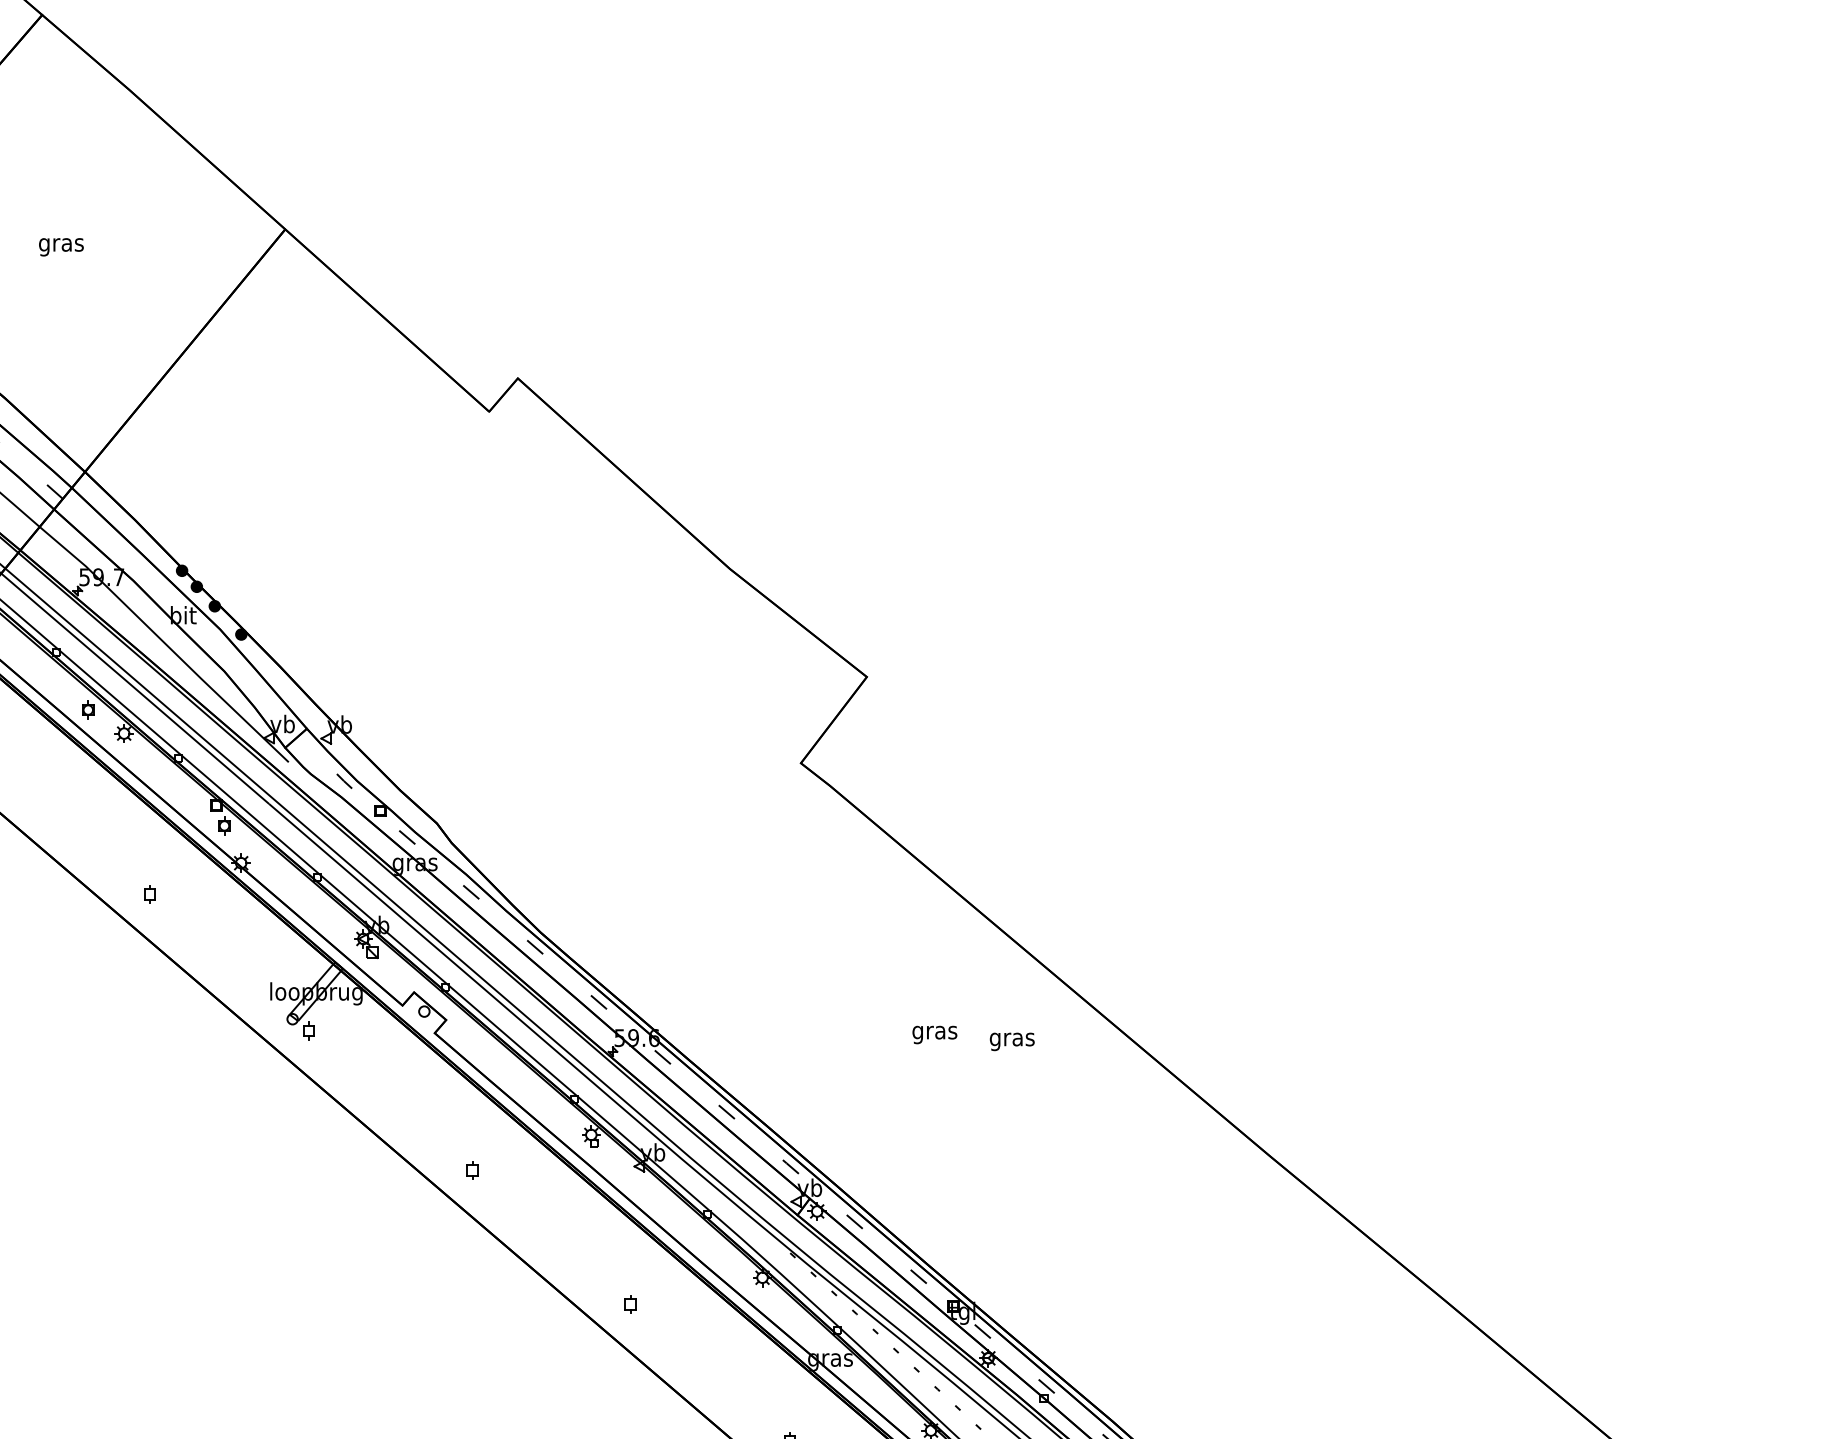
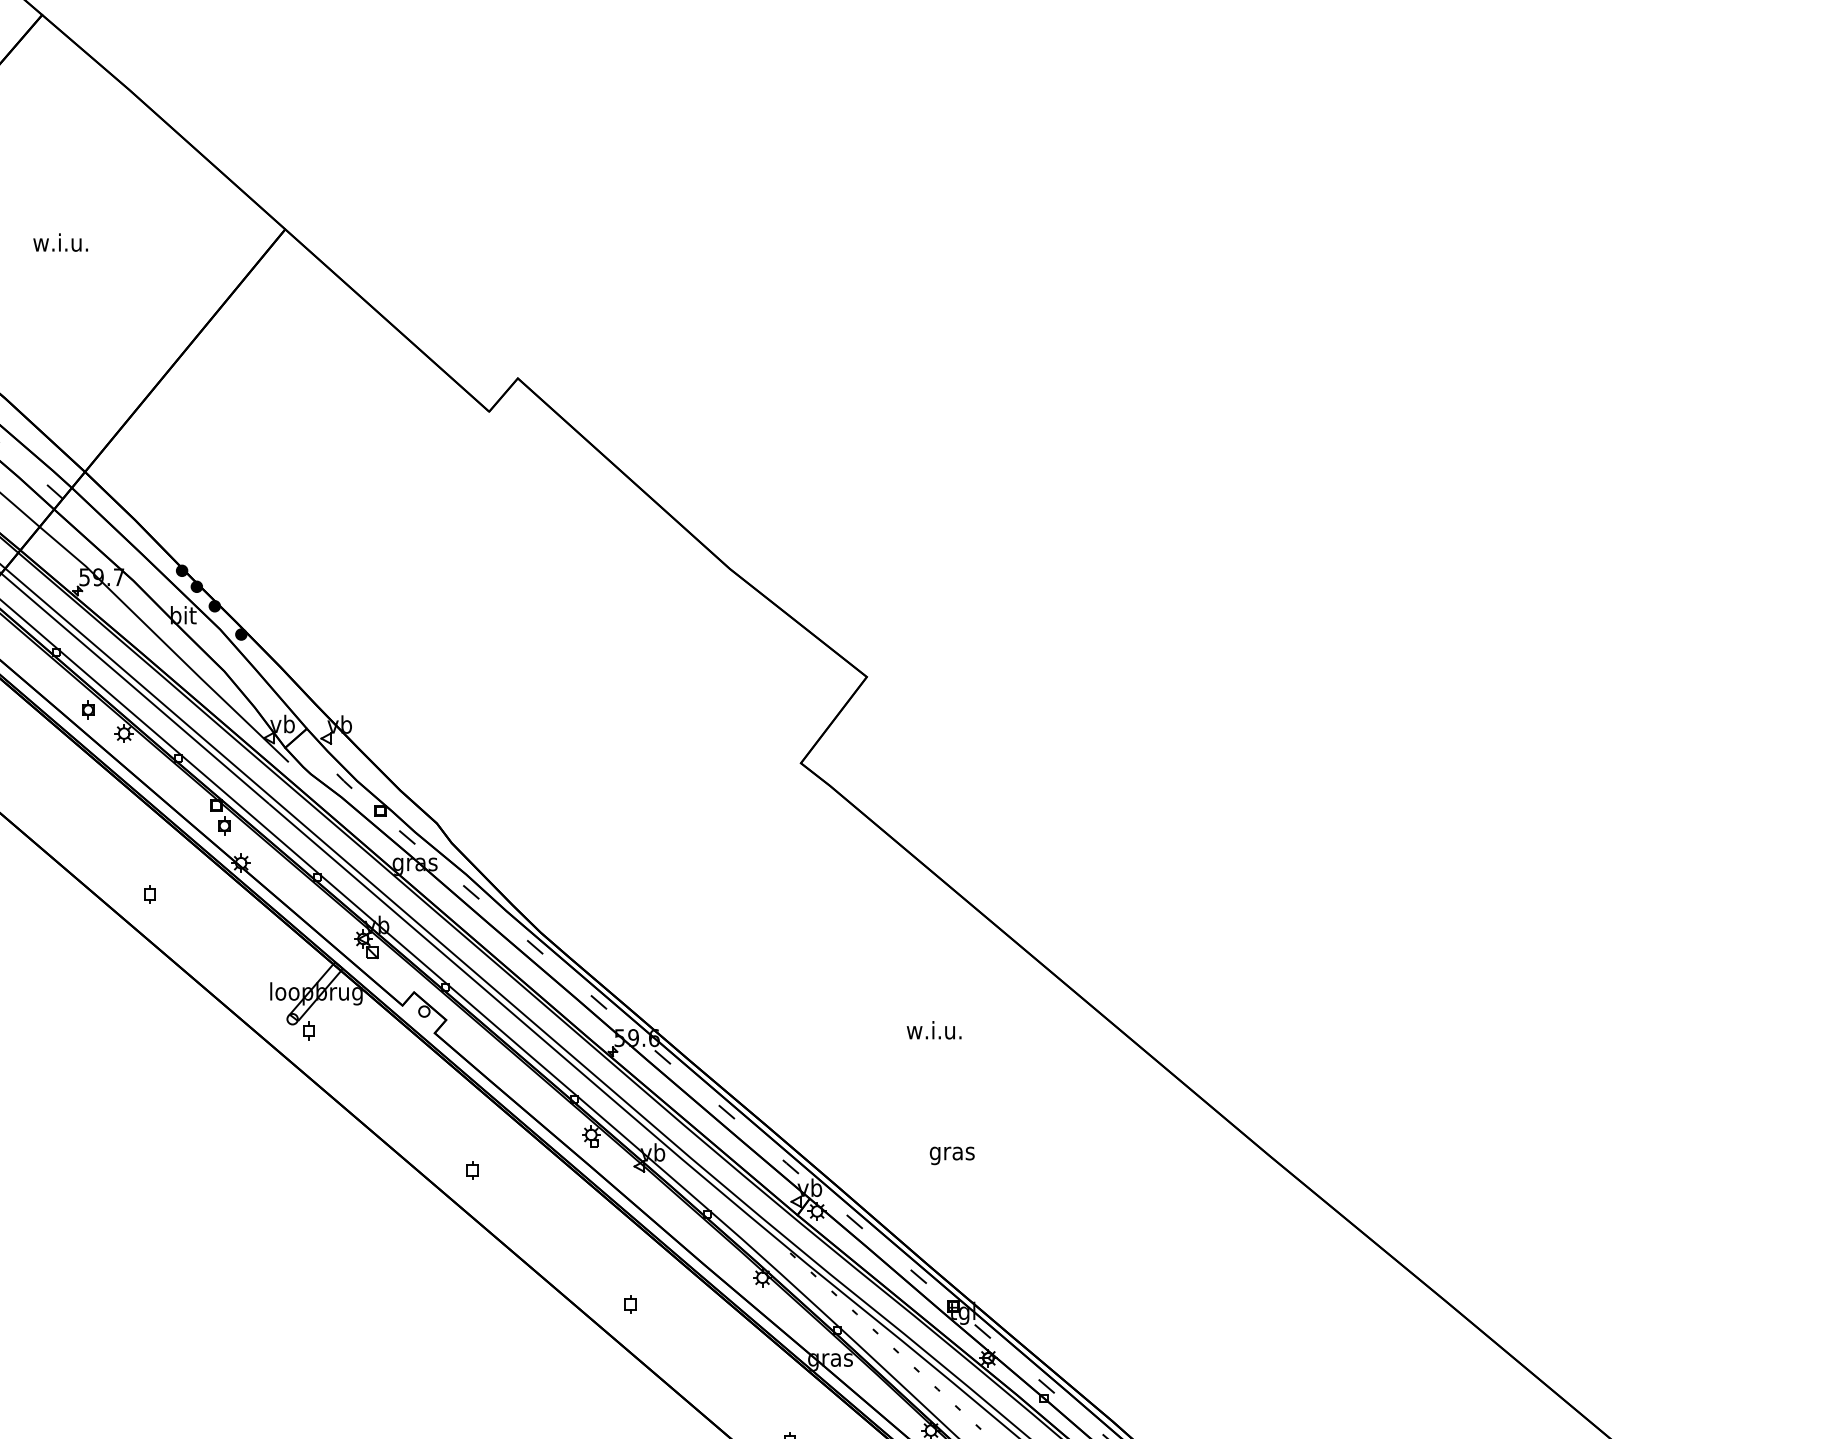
text at (60, 244): gras -> w.i.u.
text at (933, 1032): gras -> w.i.u.
text at (1011, 1041) position: (1011, 1041) -> (951, 1155)
